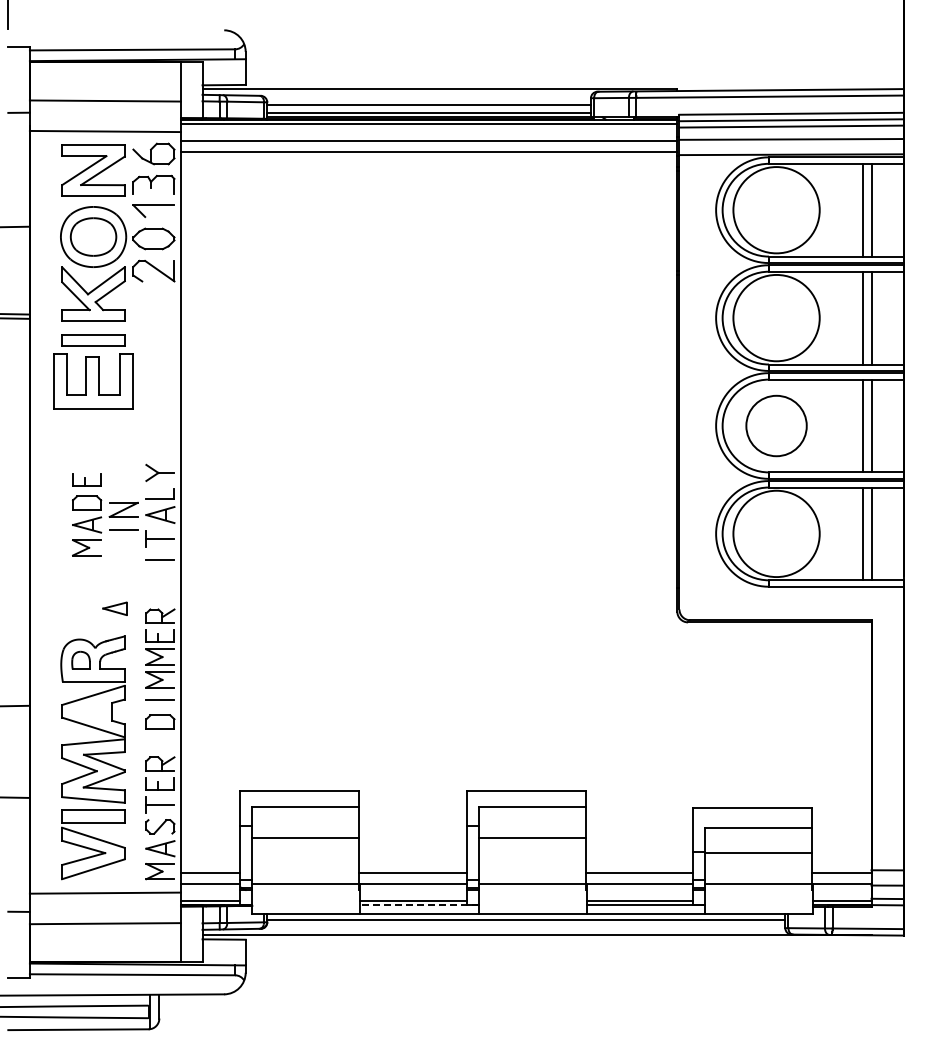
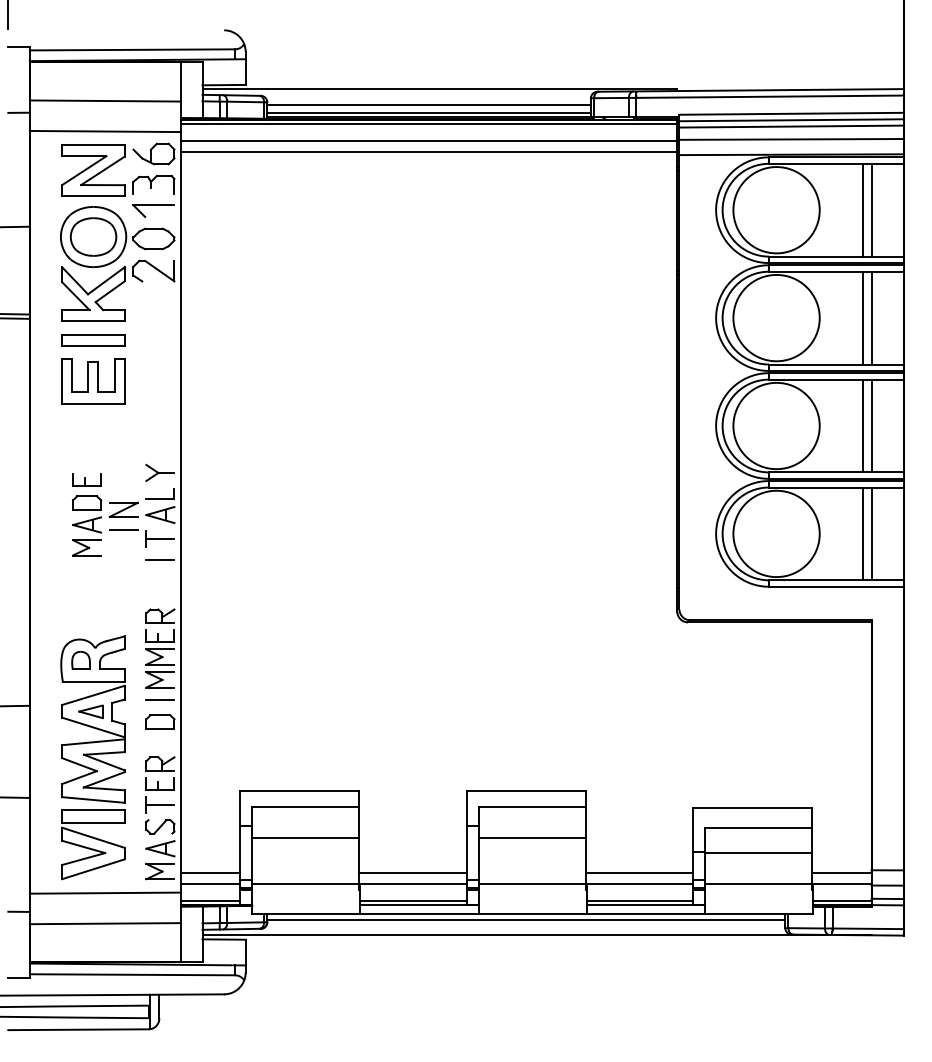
part at (93, 381) size: 81x57 px -> 65x47 px
circle at (776, 425) diameter: 60 px -> 86 px
part at (114, 608) position: (114, 608) -> (90, 711)
line at (418, 905): dashed -> solid
